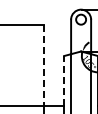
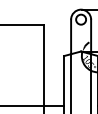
line at (44, 66): dashed -> solid
line at (64, 80): dashed -> solid
